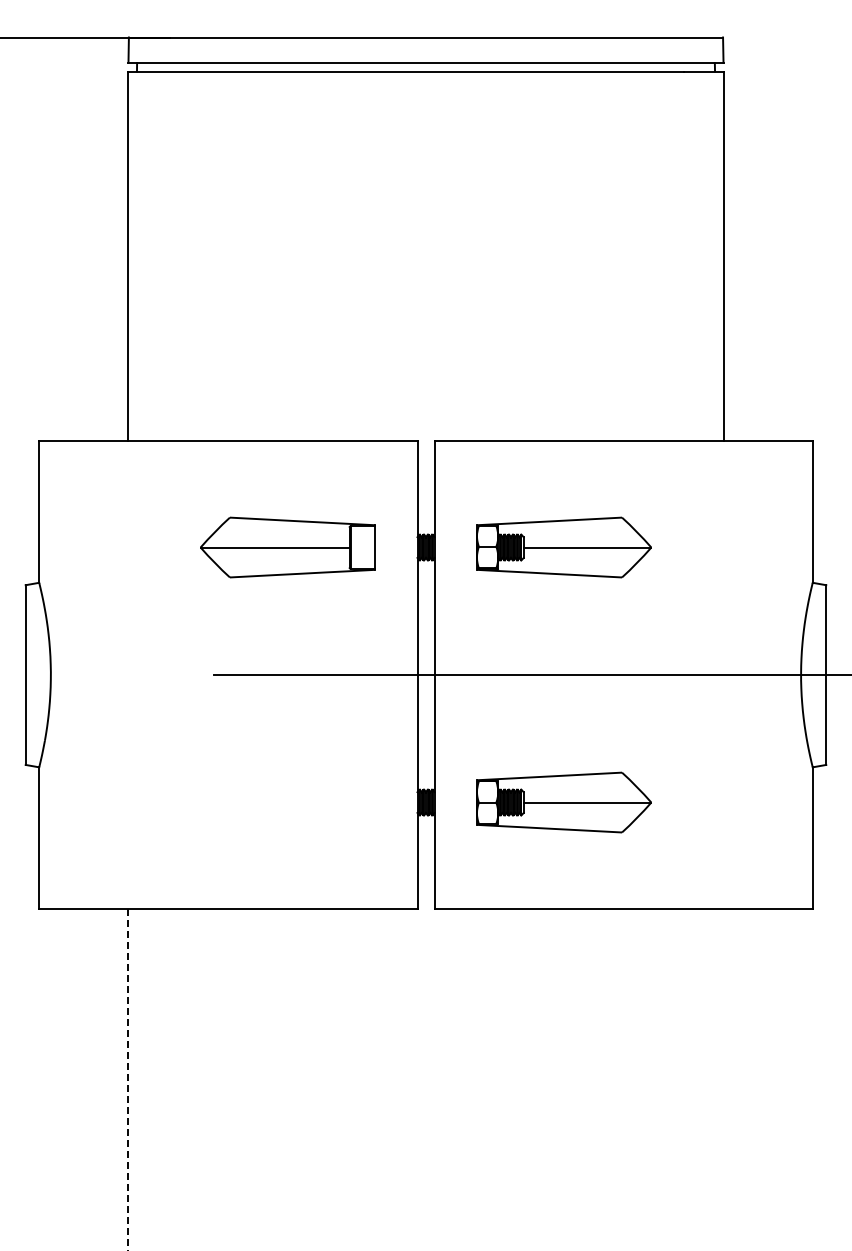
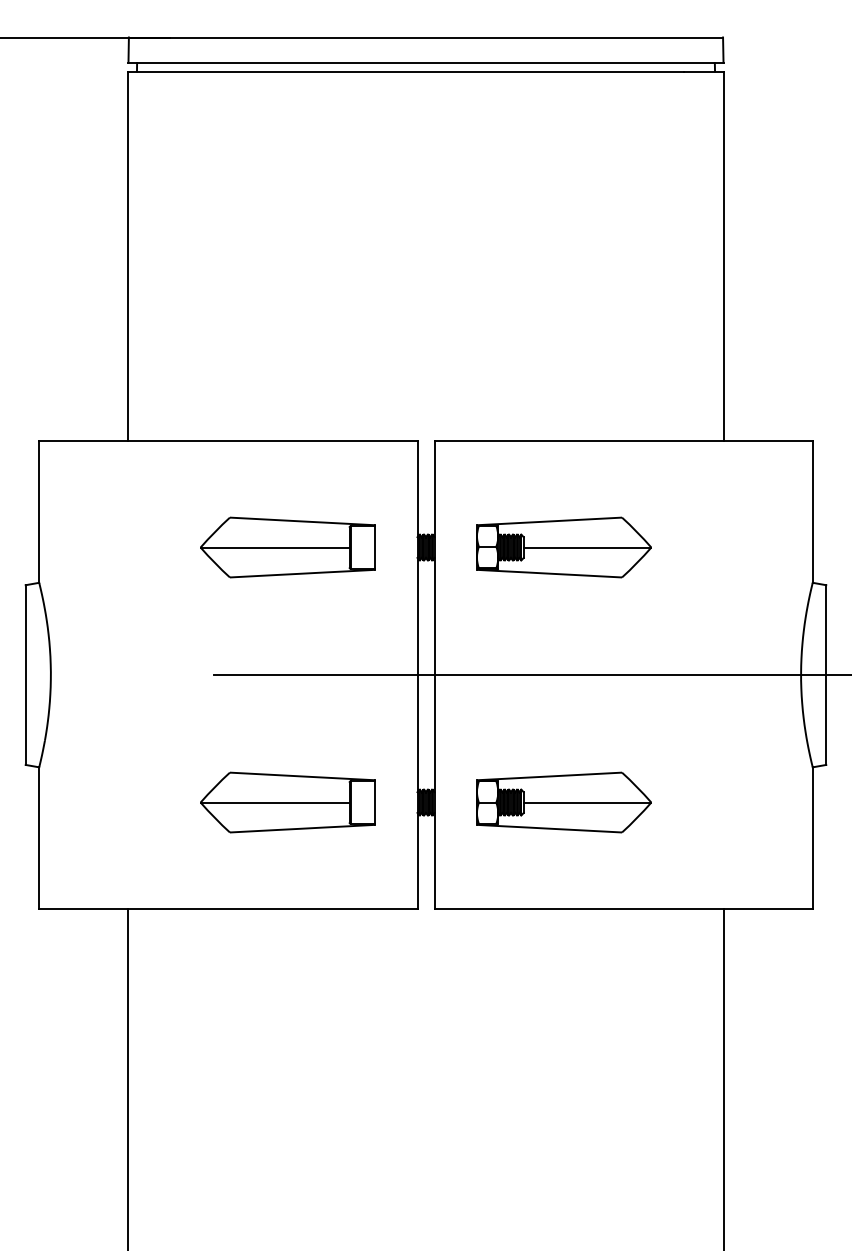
part at (287, 802): none -> present
line at (723, 1077): none -> present
line at (128, 1079): dashed -> solid
